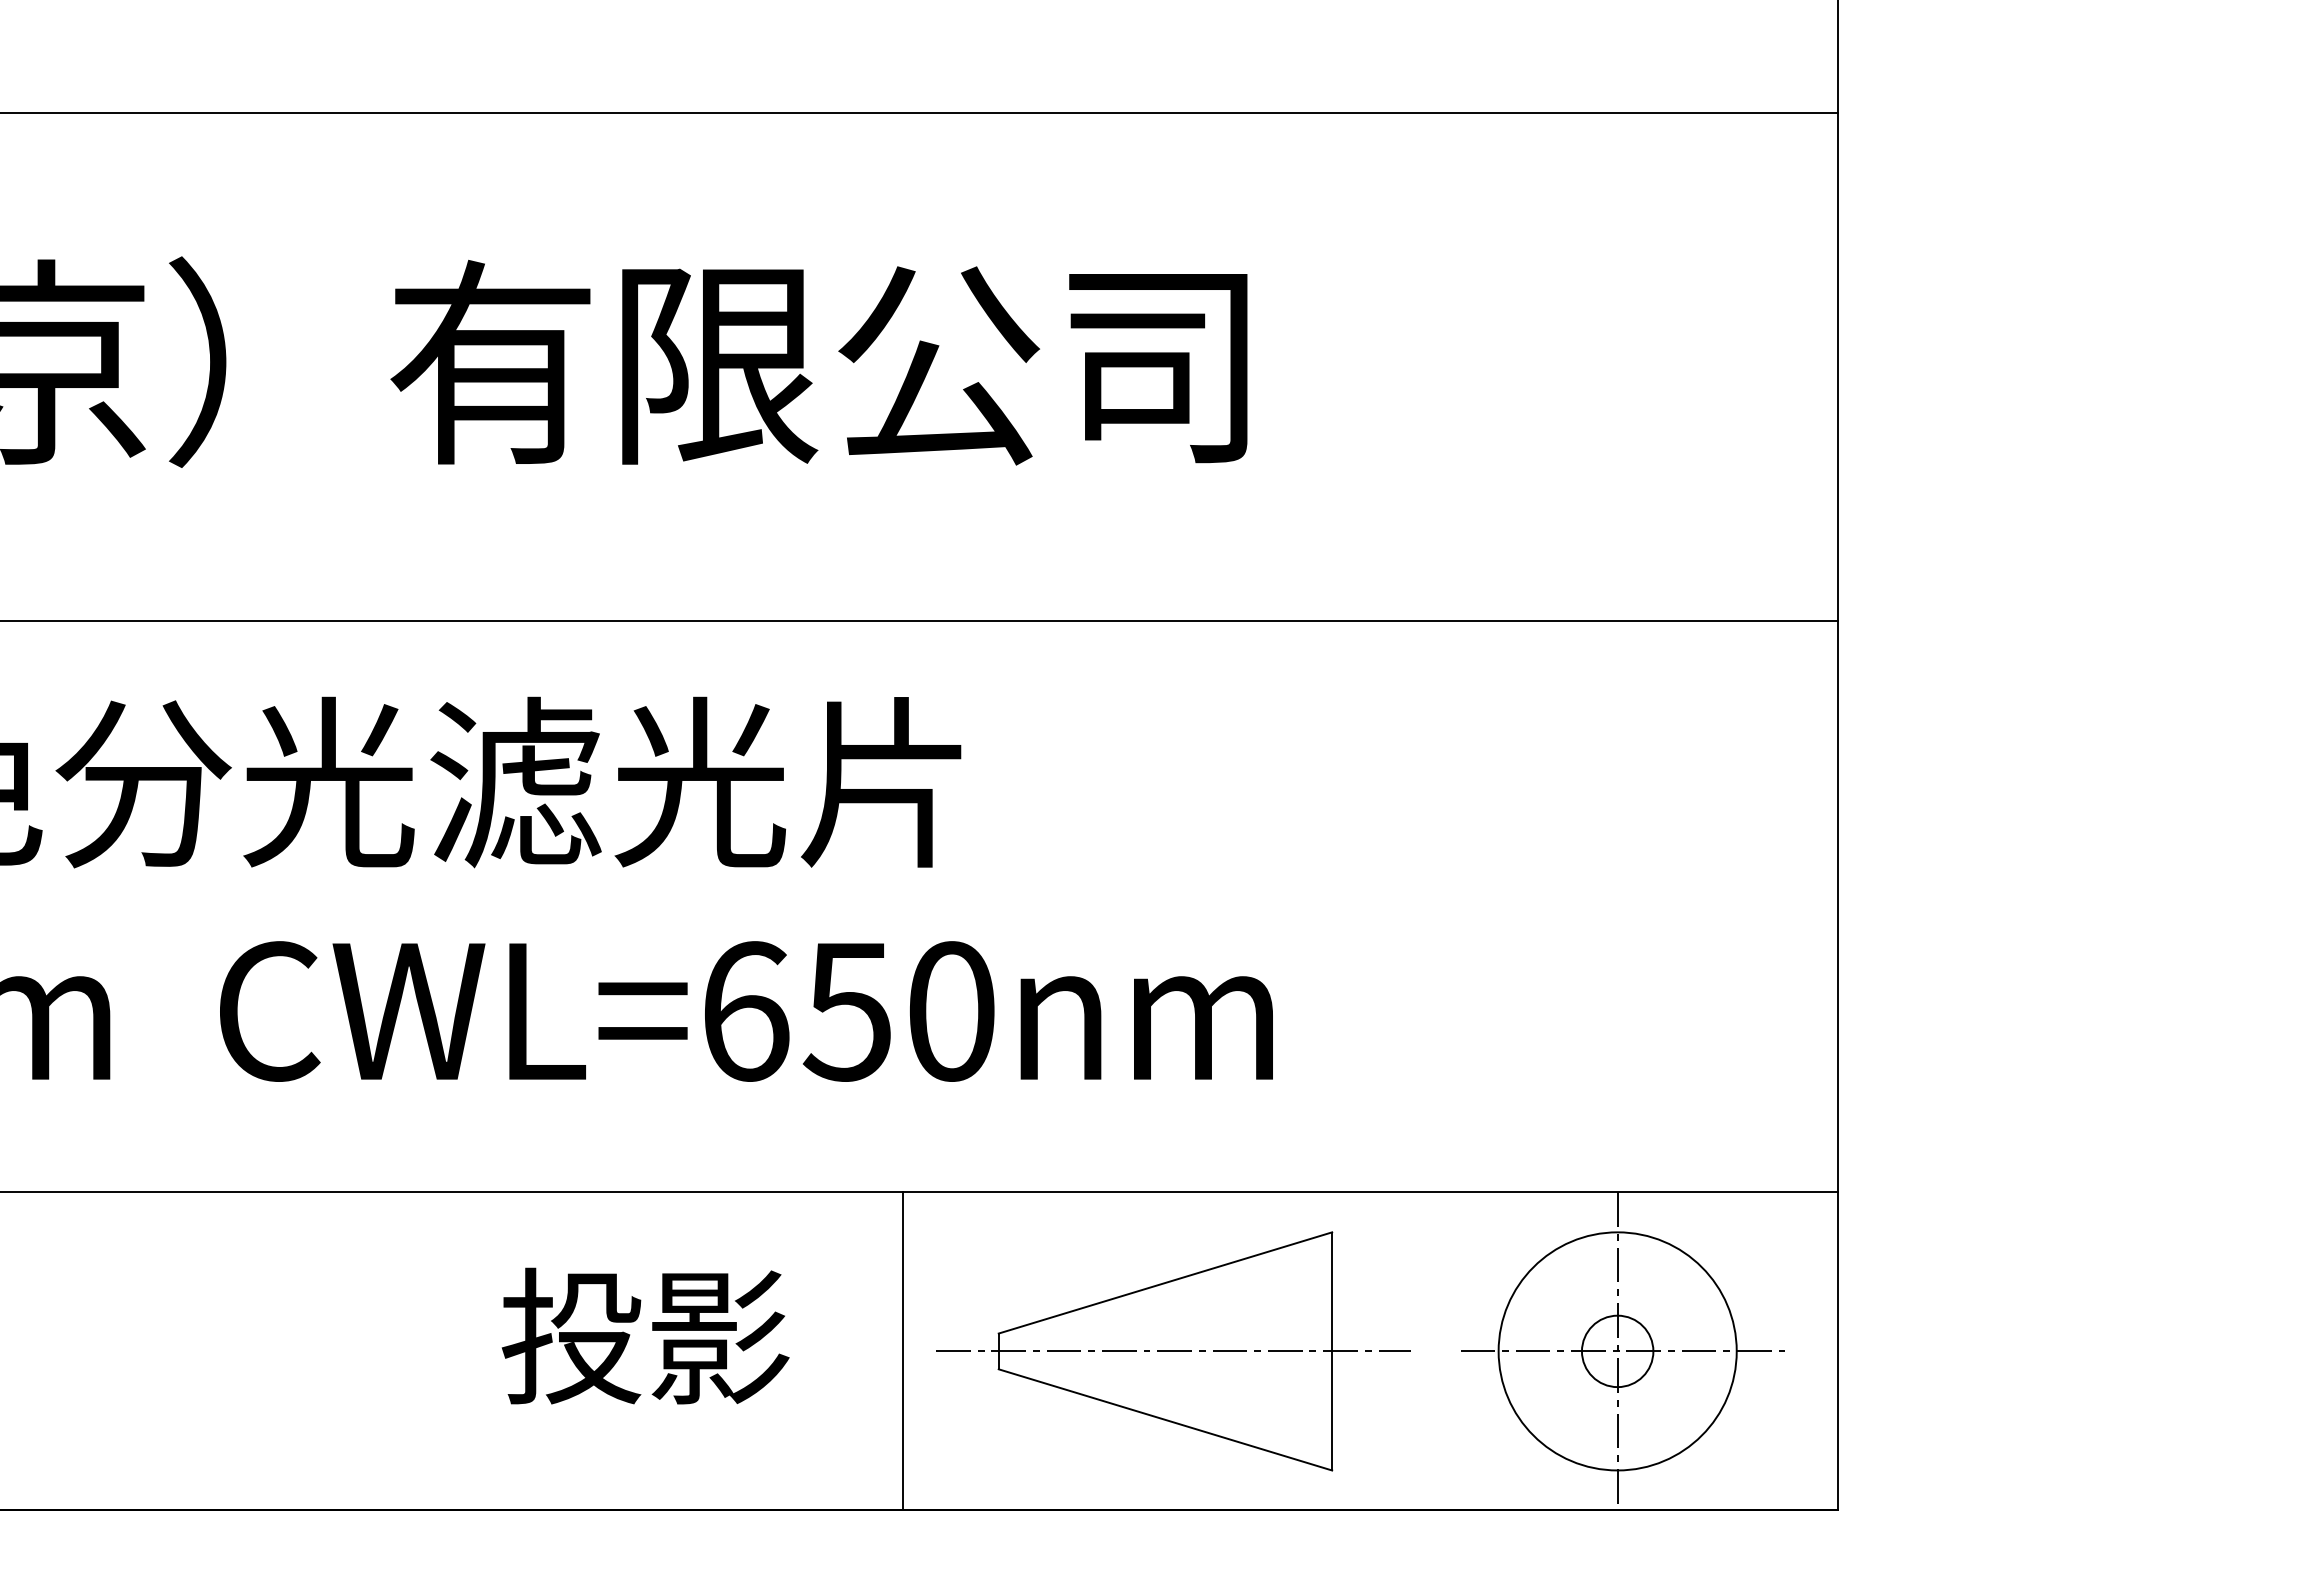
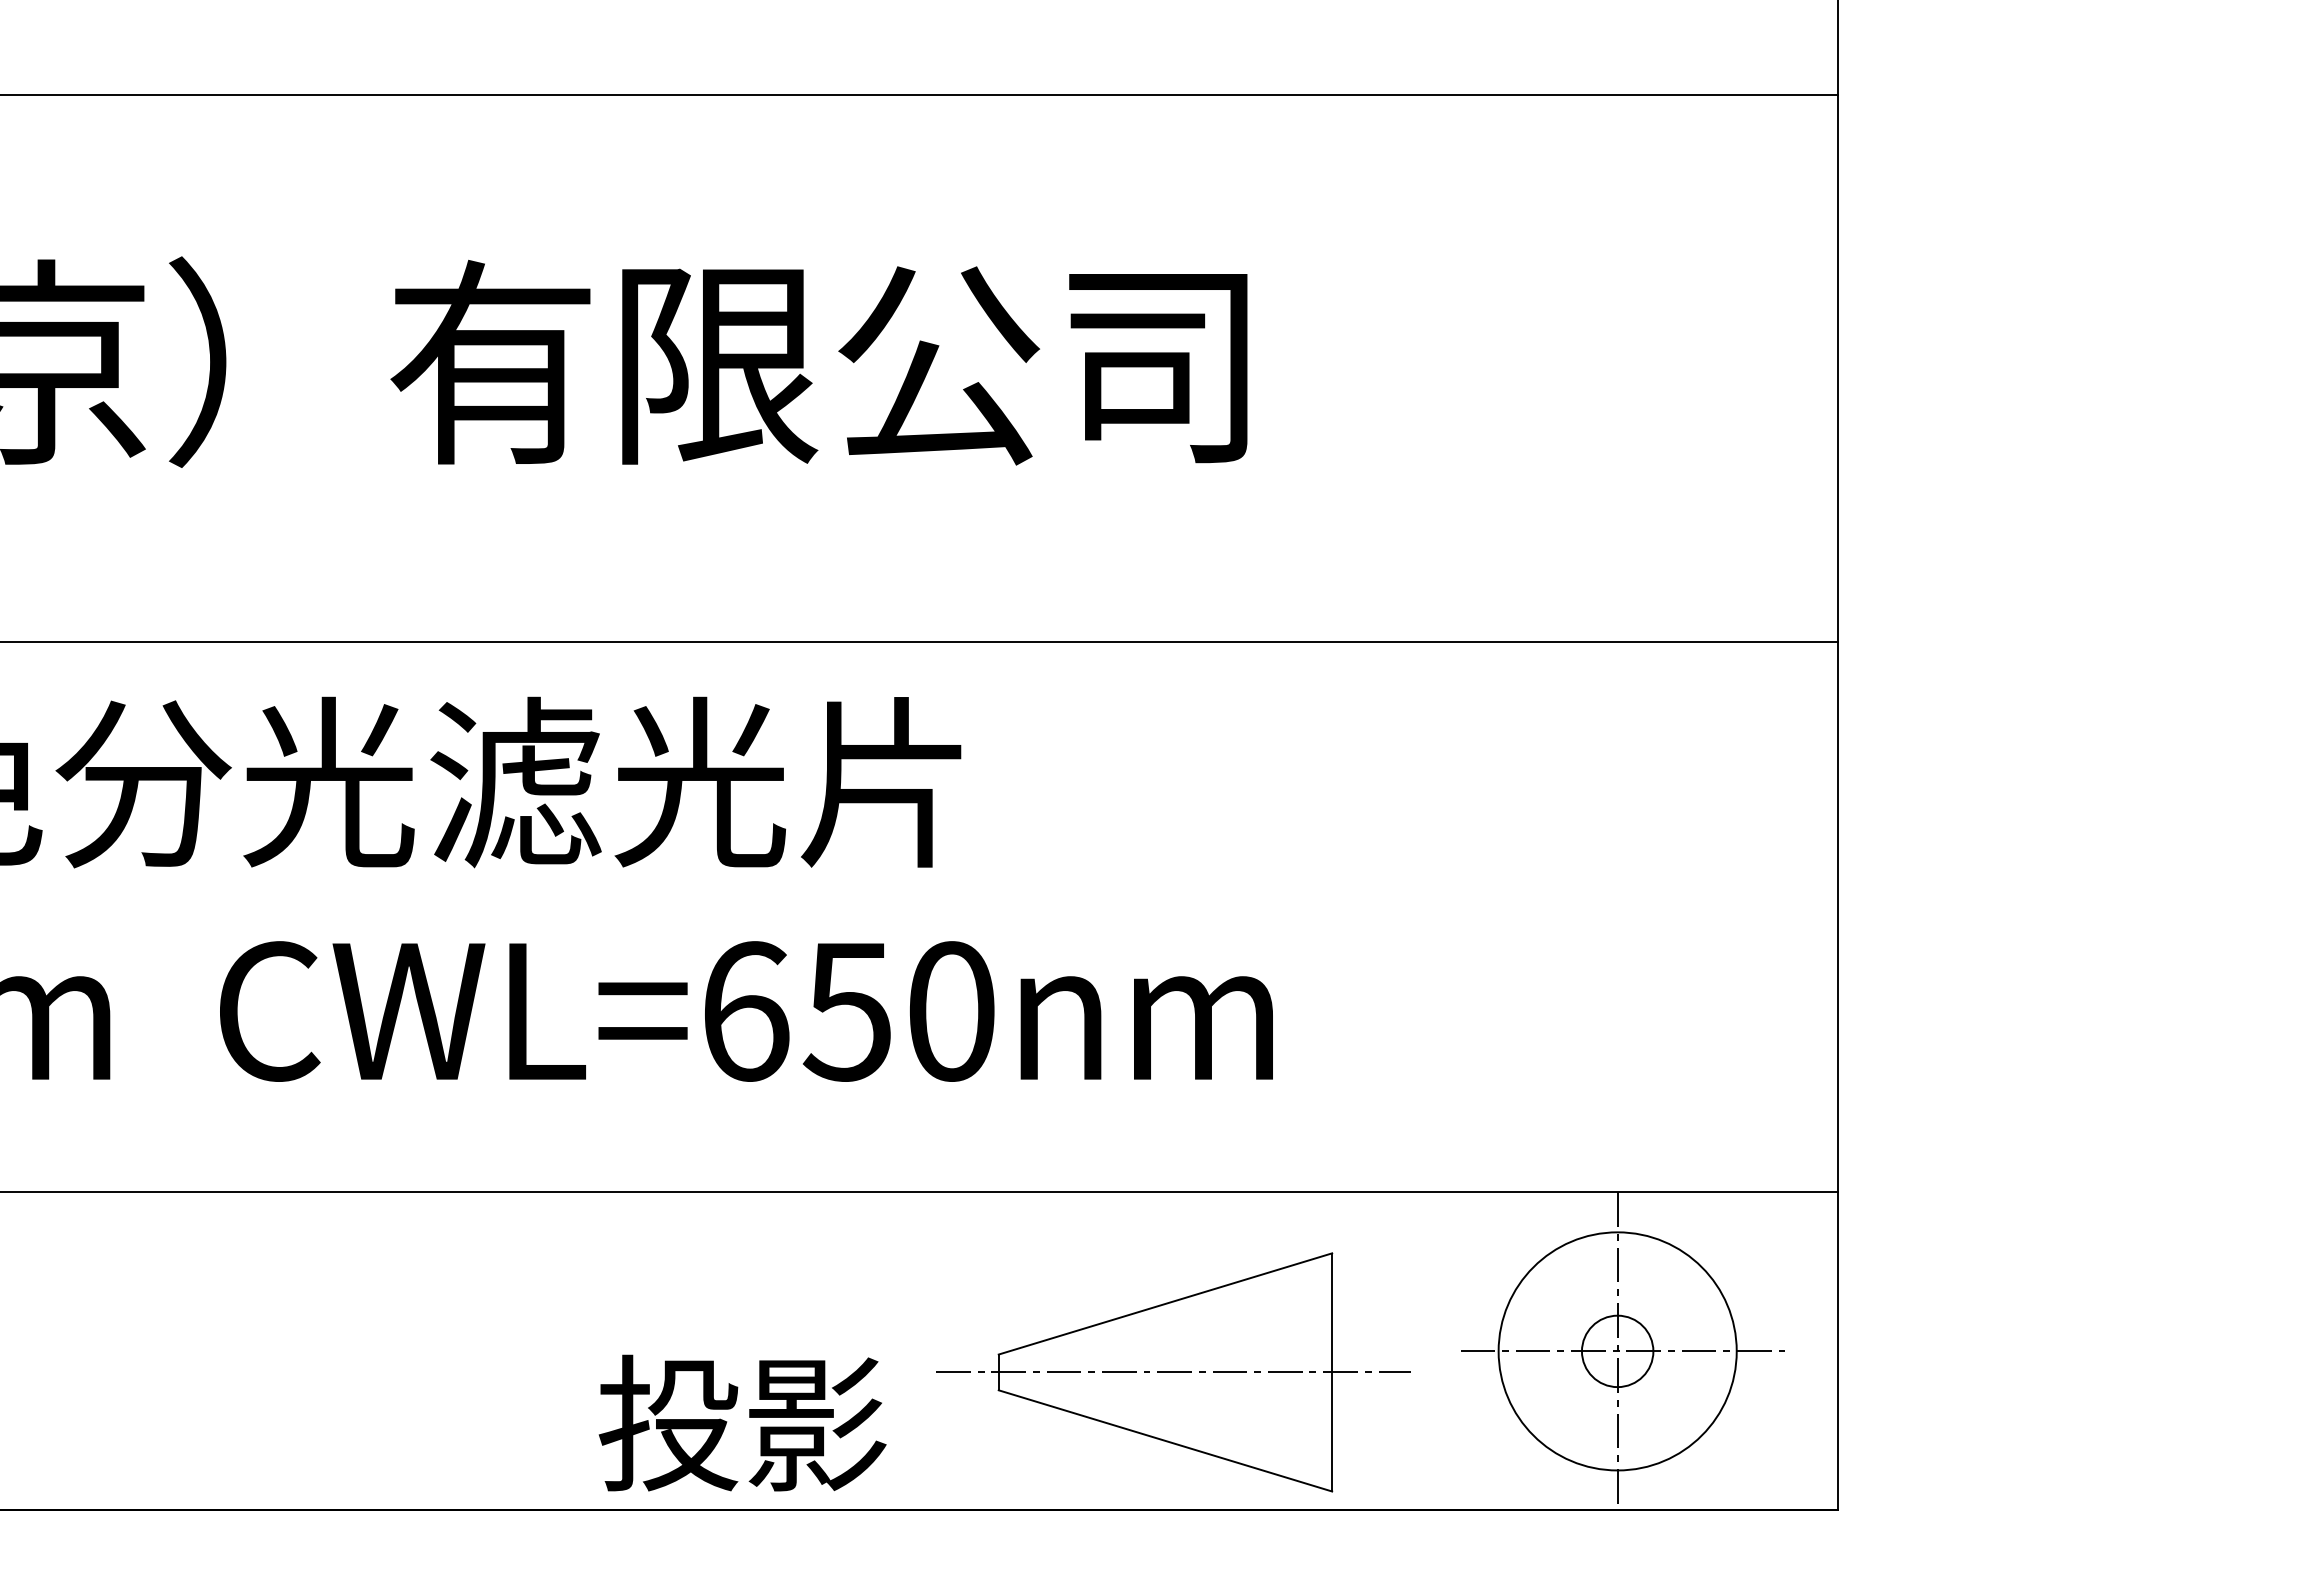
line at (920, 113) position: (920, 113) -> (920, 95)
line at (920, 621) position: (920, 621) -> (920, 642)
text at (645, 1335) position: (645, 1335) -> (742, 1422)
line at (902, 1351): present -> none
part at (1173, 1351) position: (1173, 1351) -> (1173, 1372)
